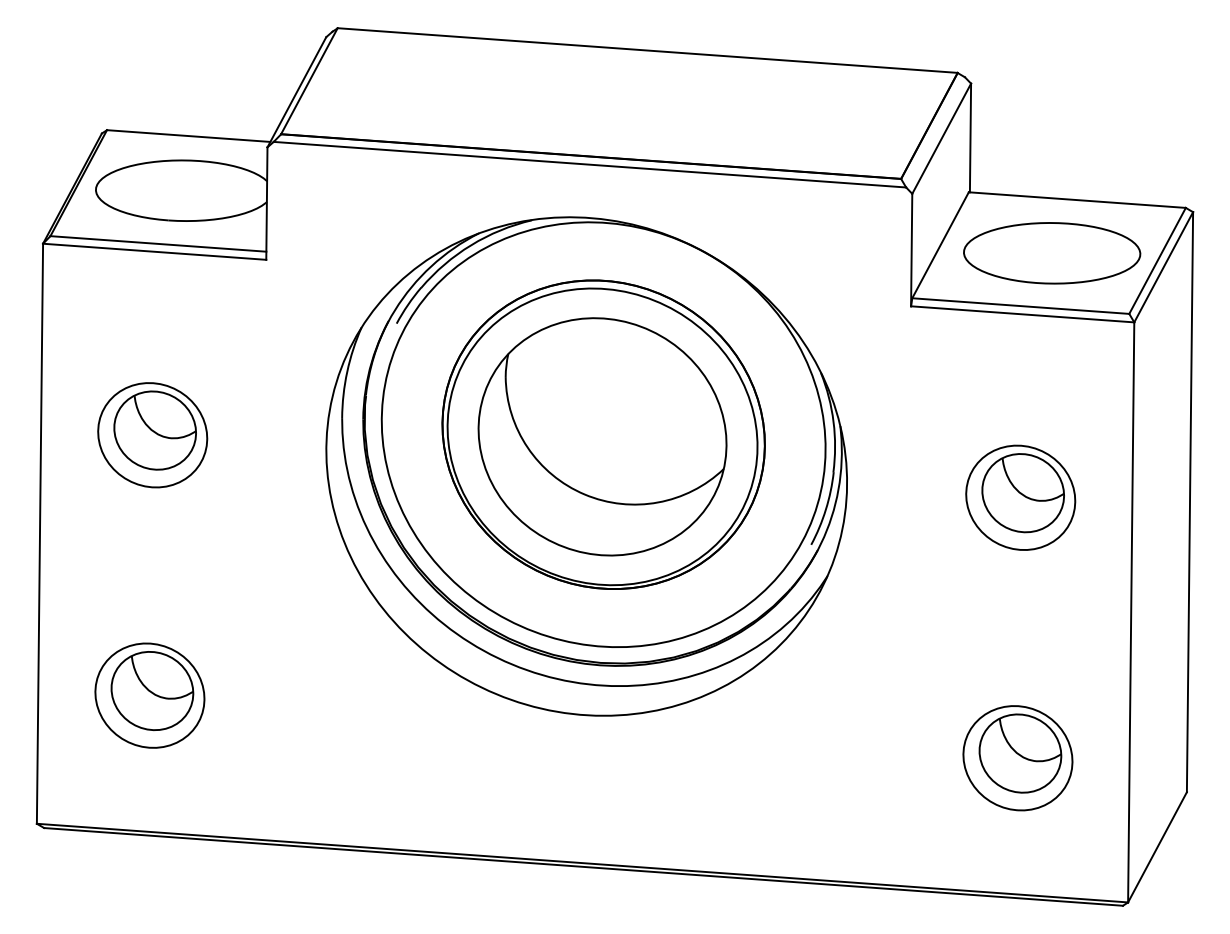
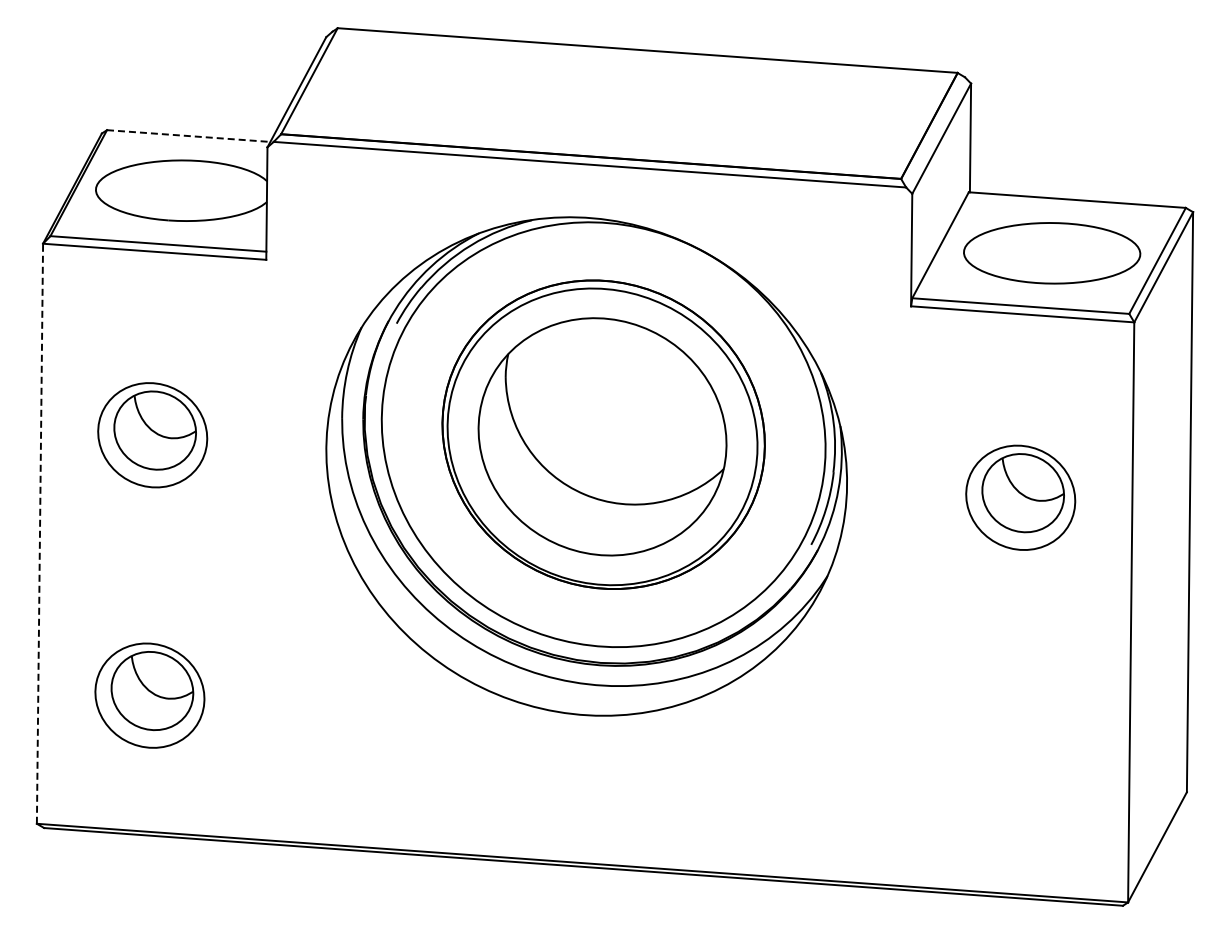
line at (188, 136): solid -> dashed
line at (39, 533): solid -> dashed
part at (1017, 758): present -> none
